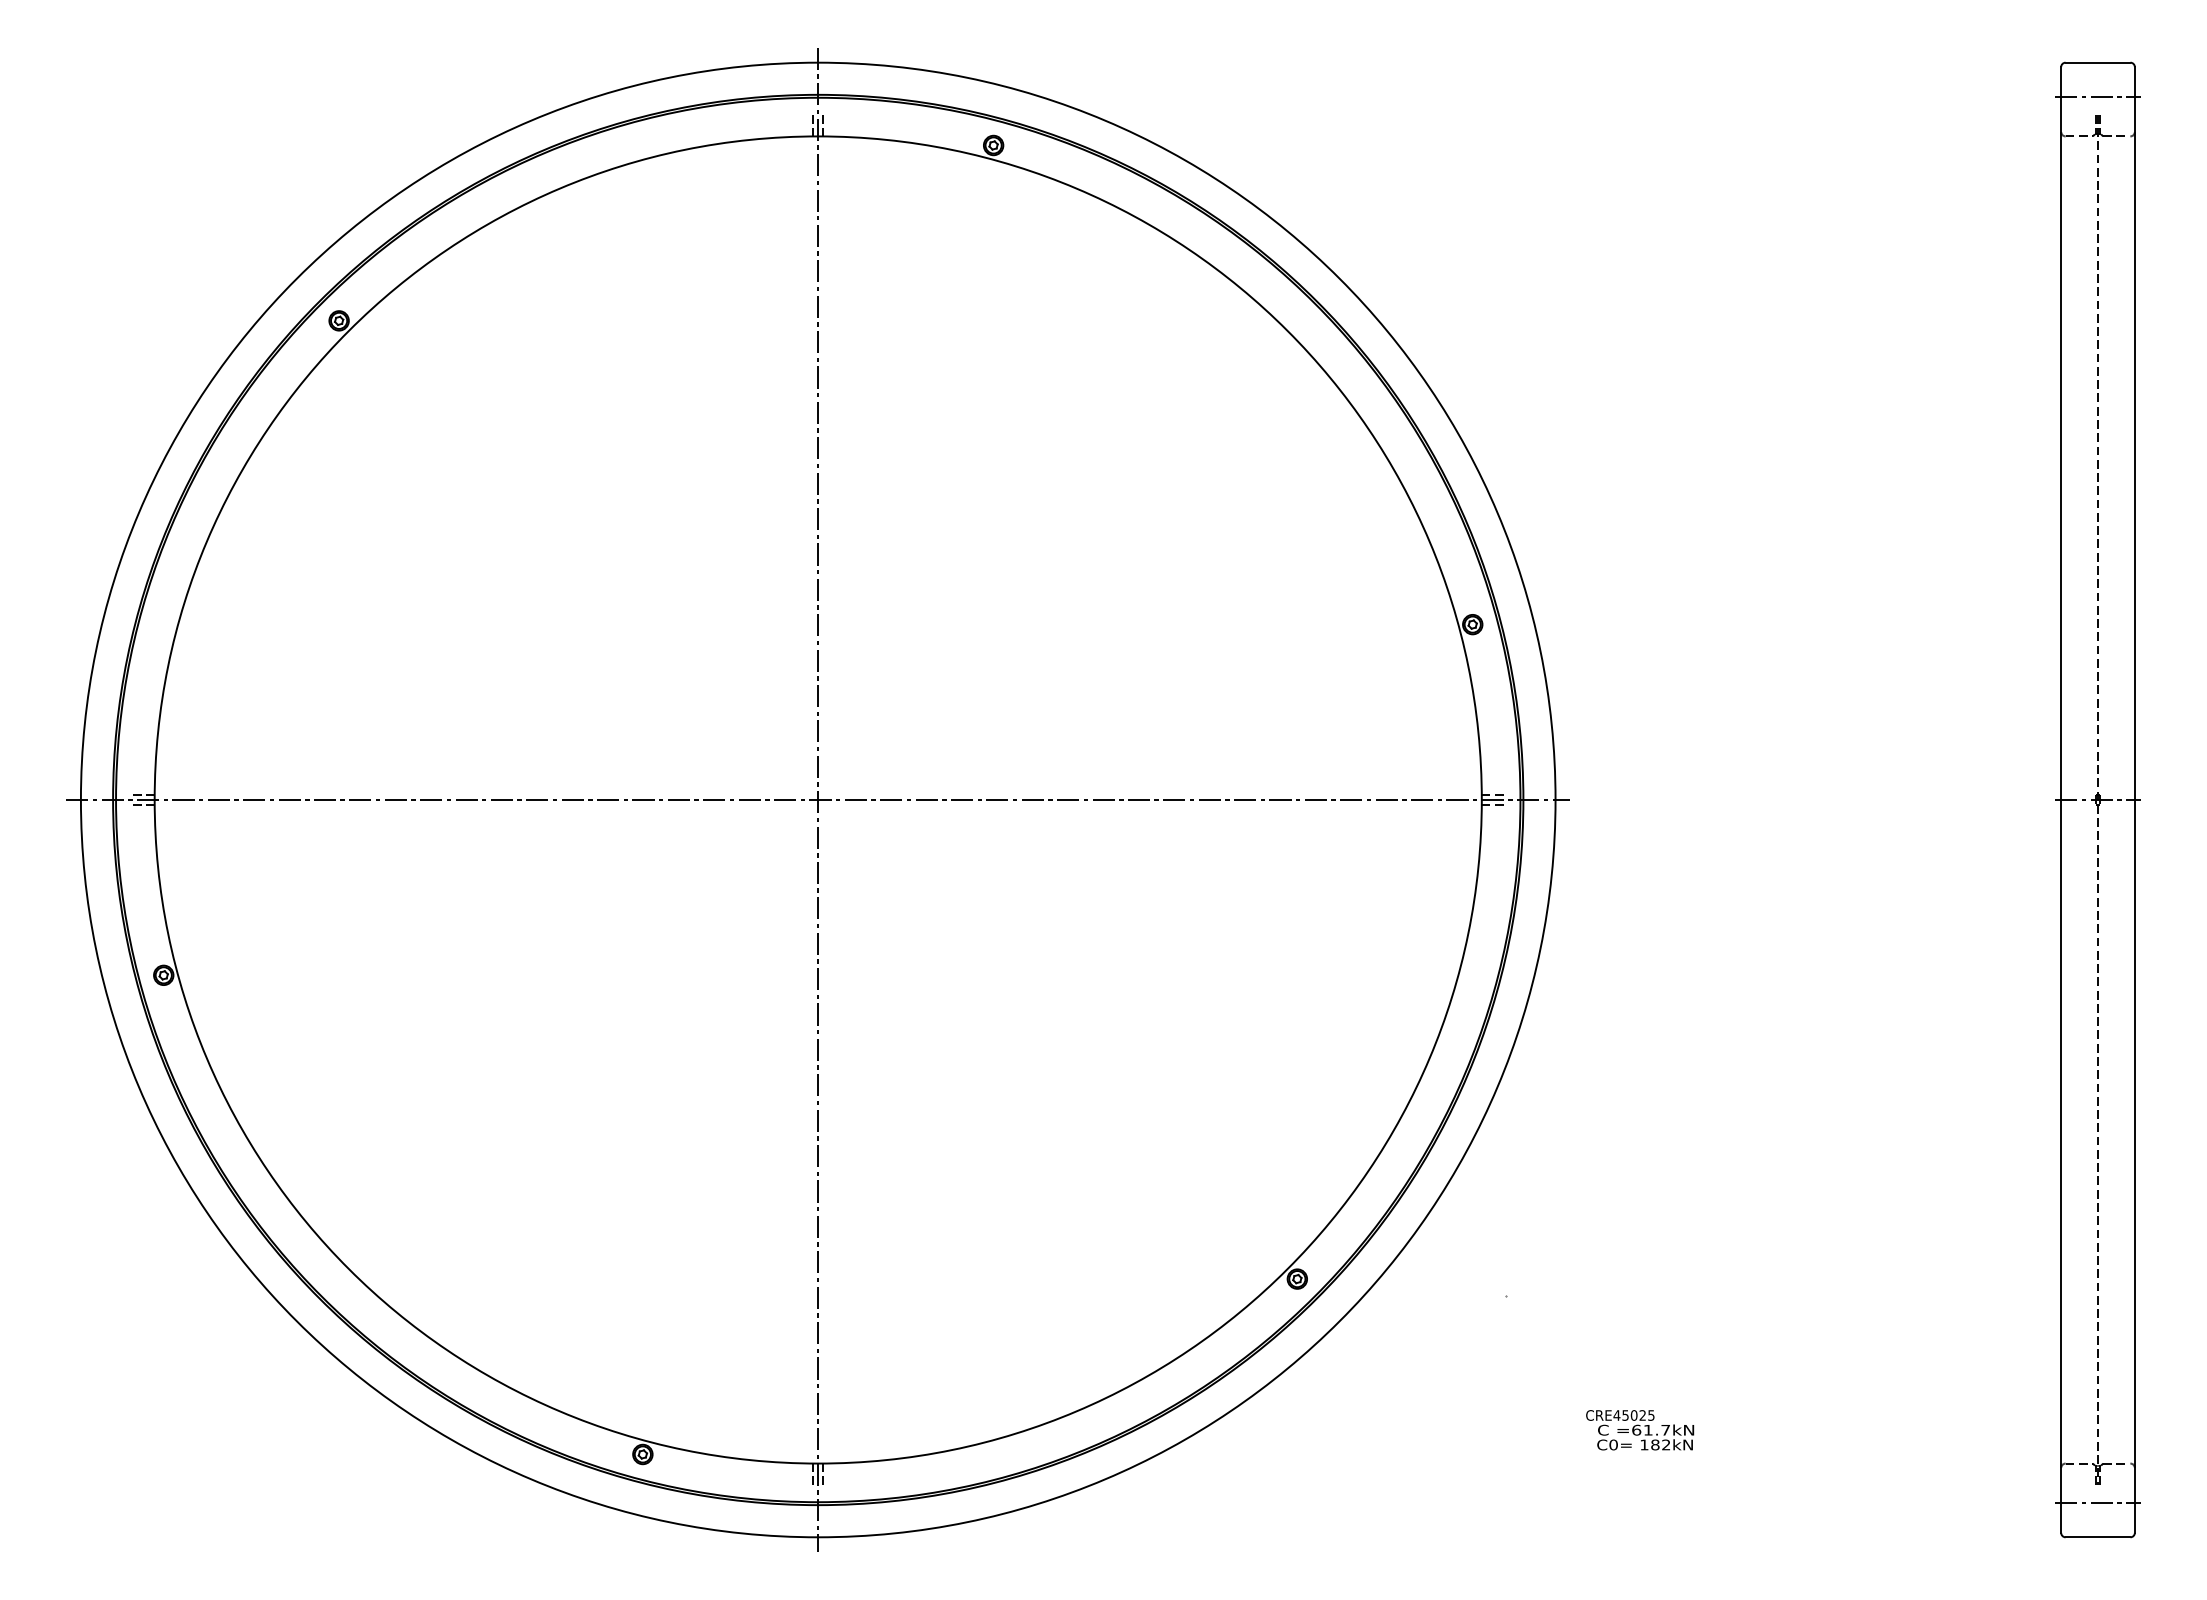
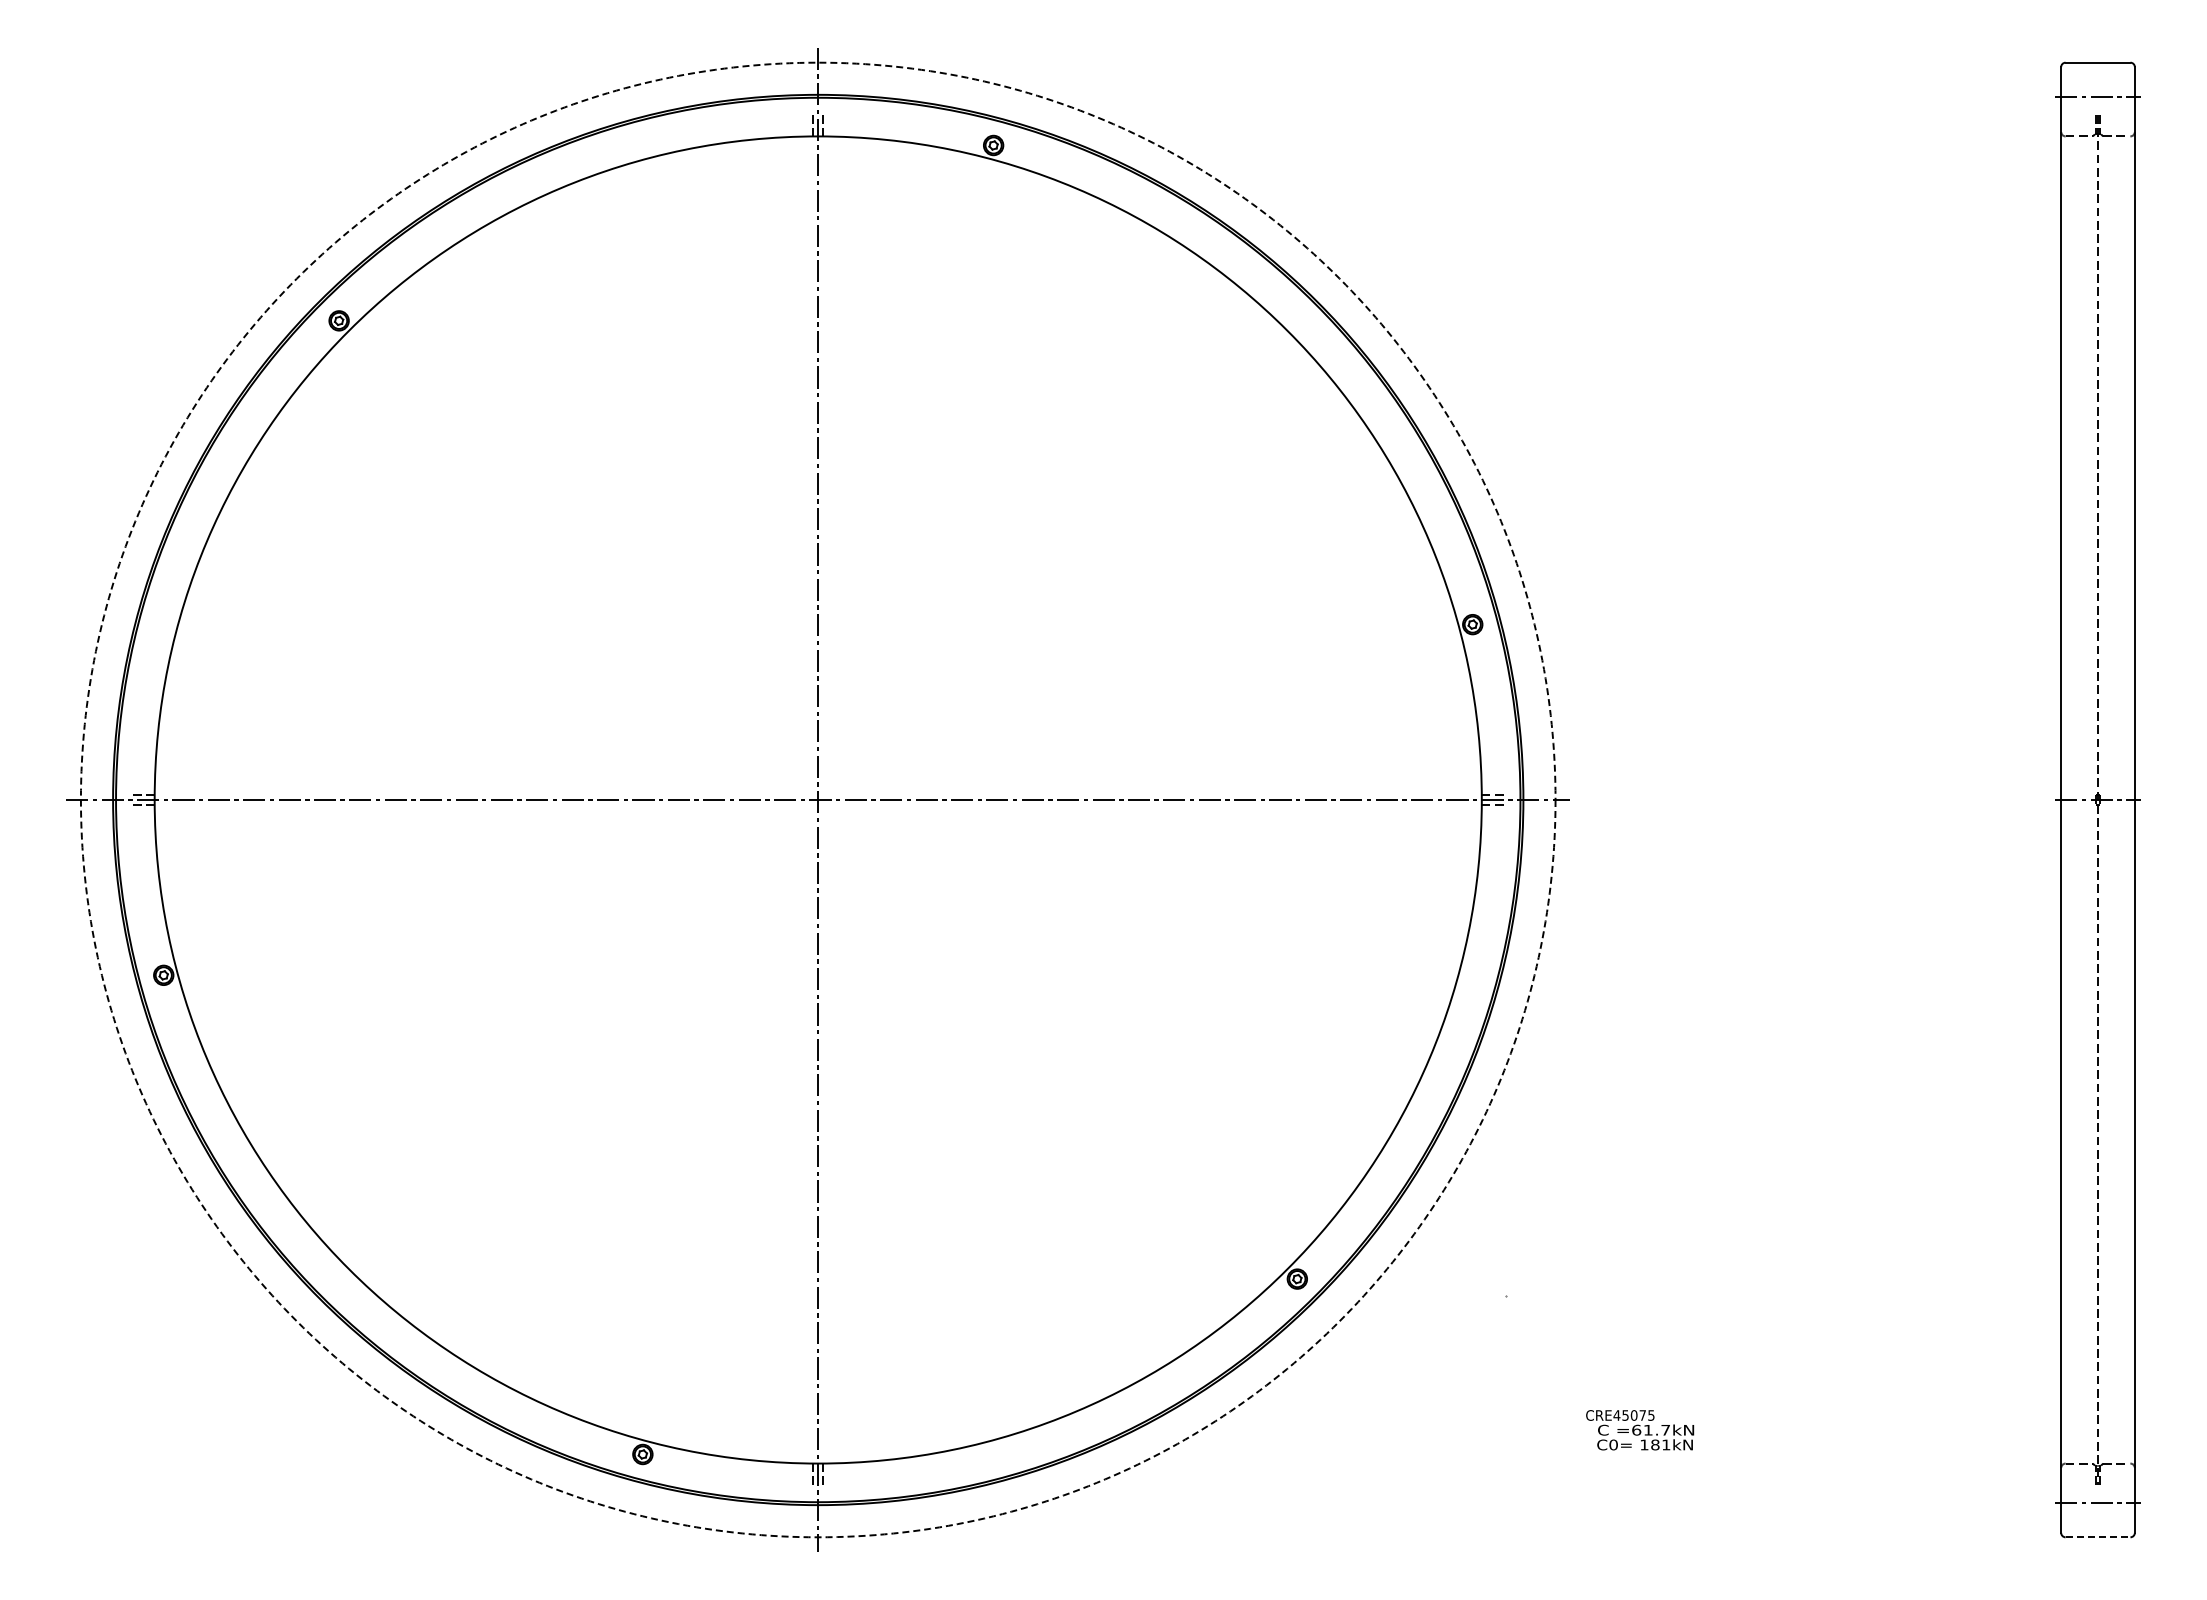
circle at (817, 799): solid -> dashed
text at (1642, 1415): CRE45025 -> CRE45075
text at (1666, 1444): 182kN -> 181kN
line at (2098, 1537): solid -> dashed
